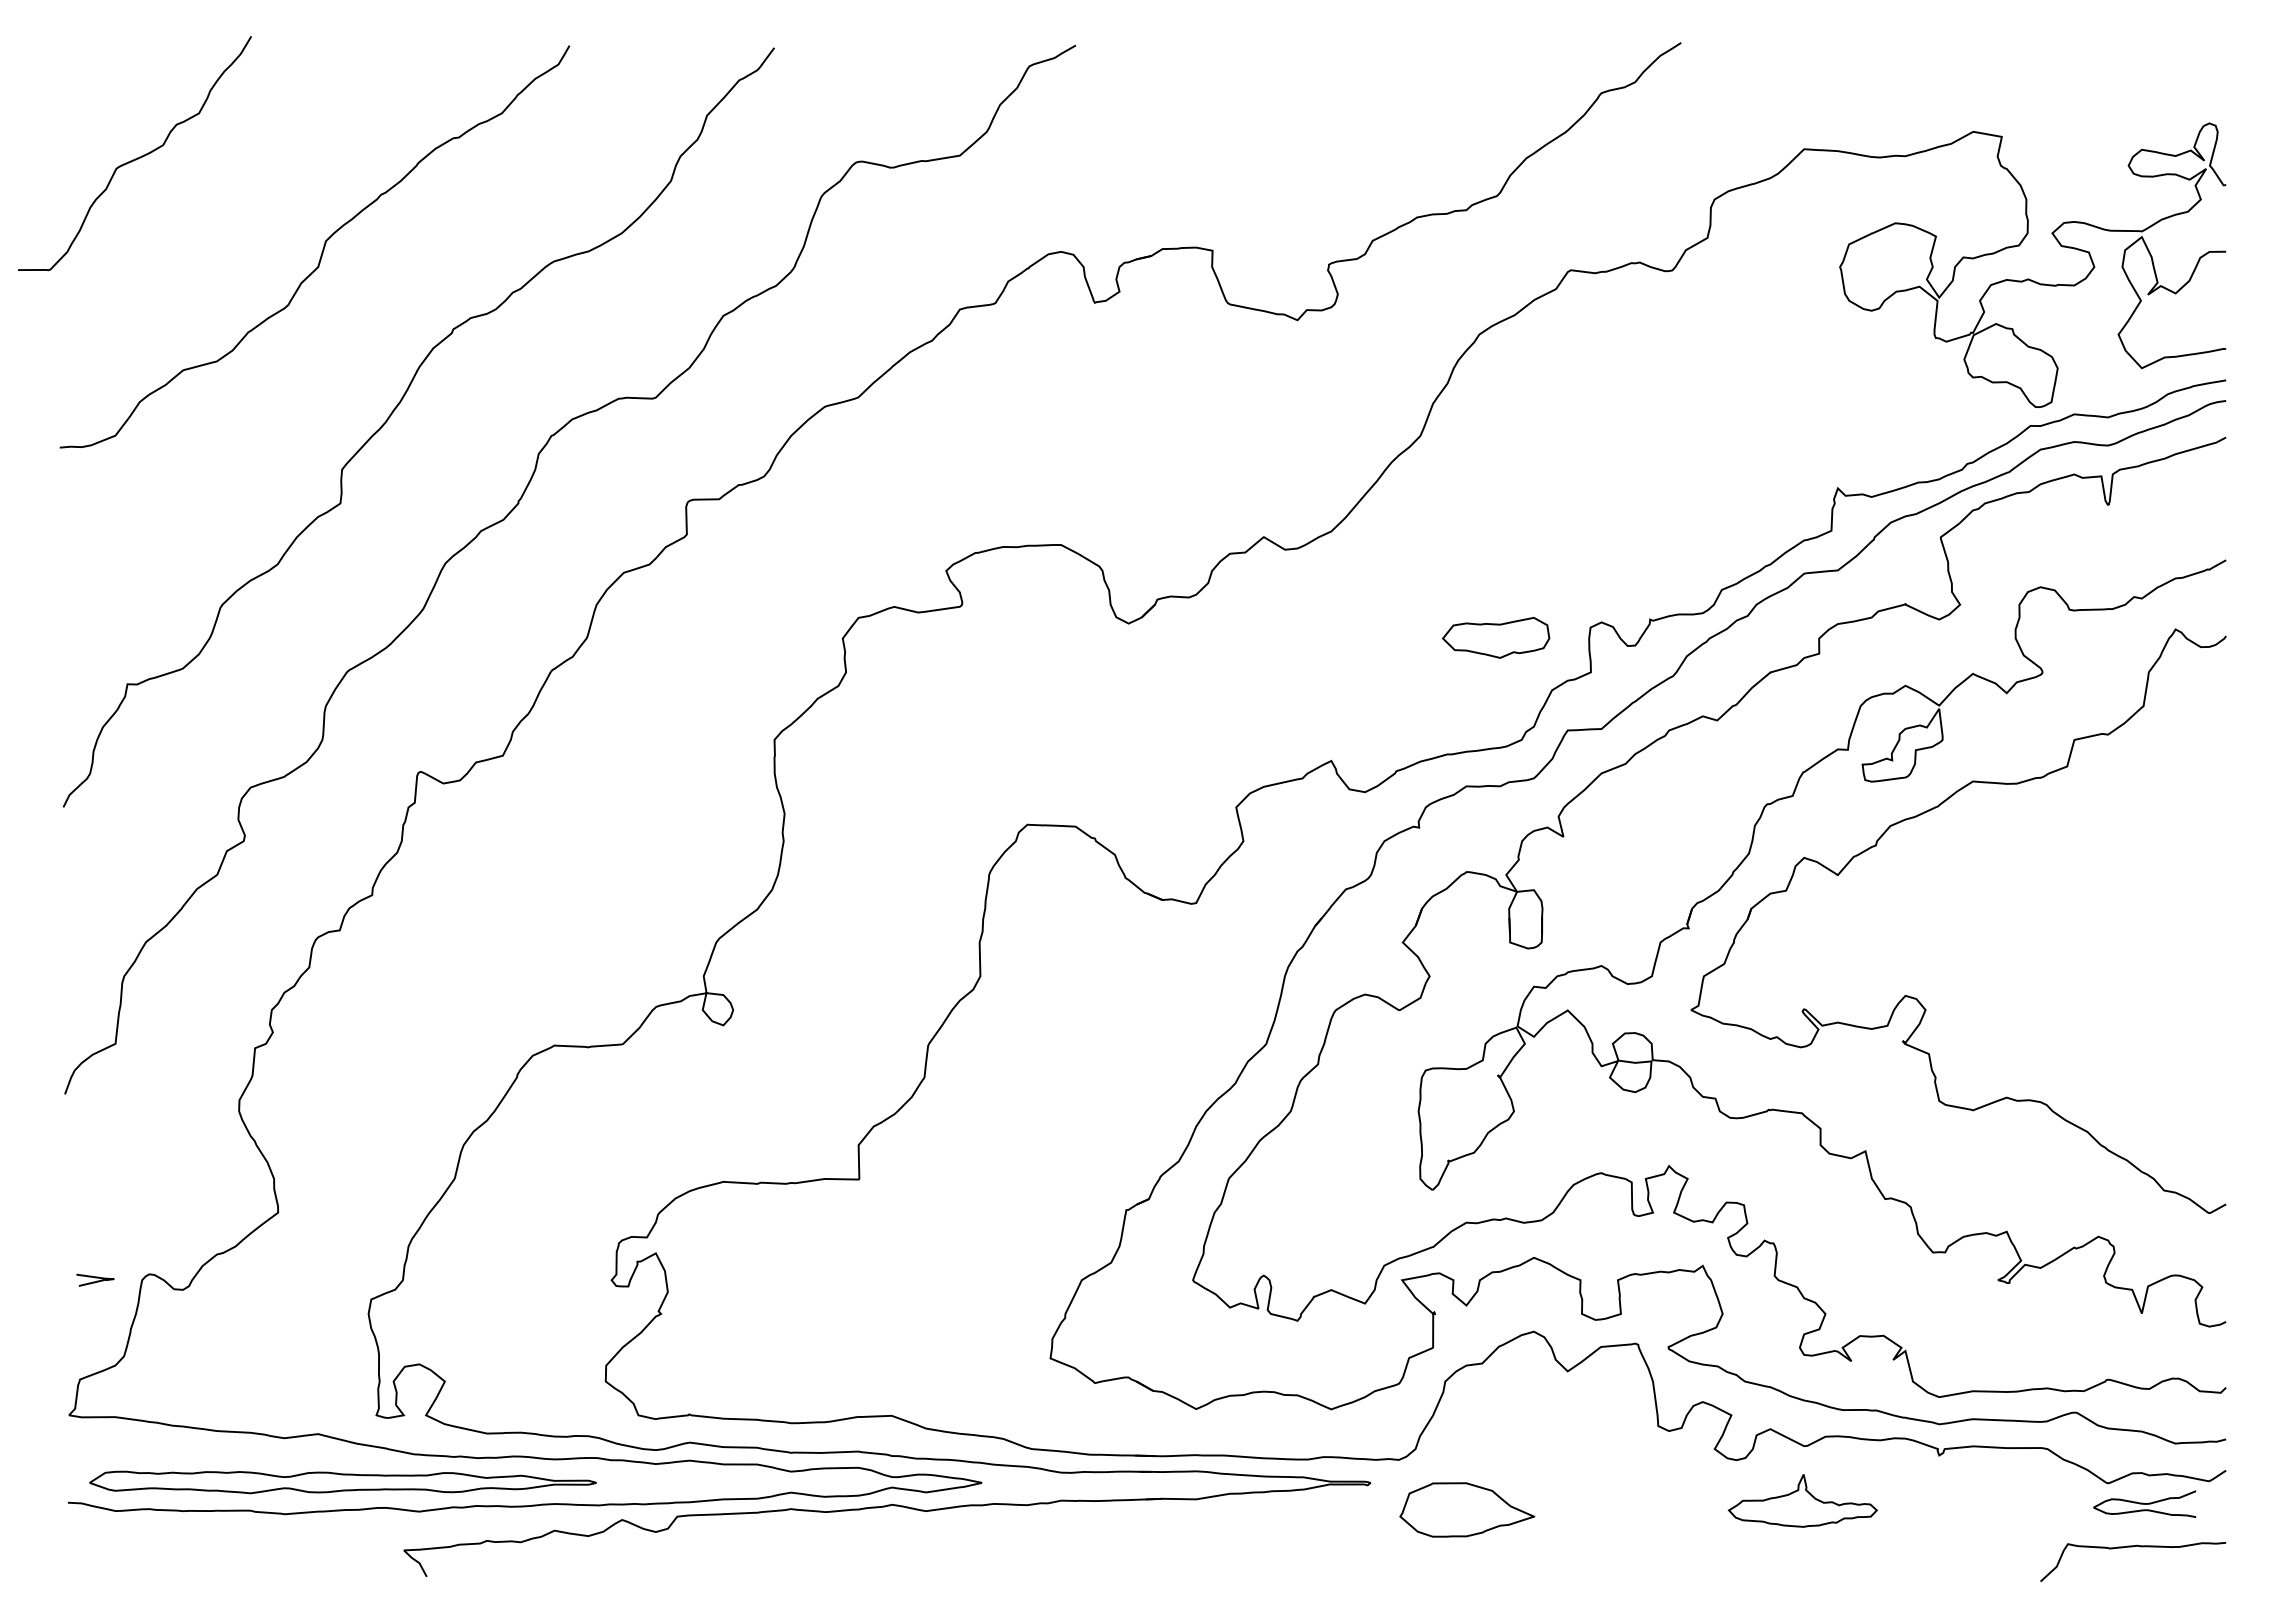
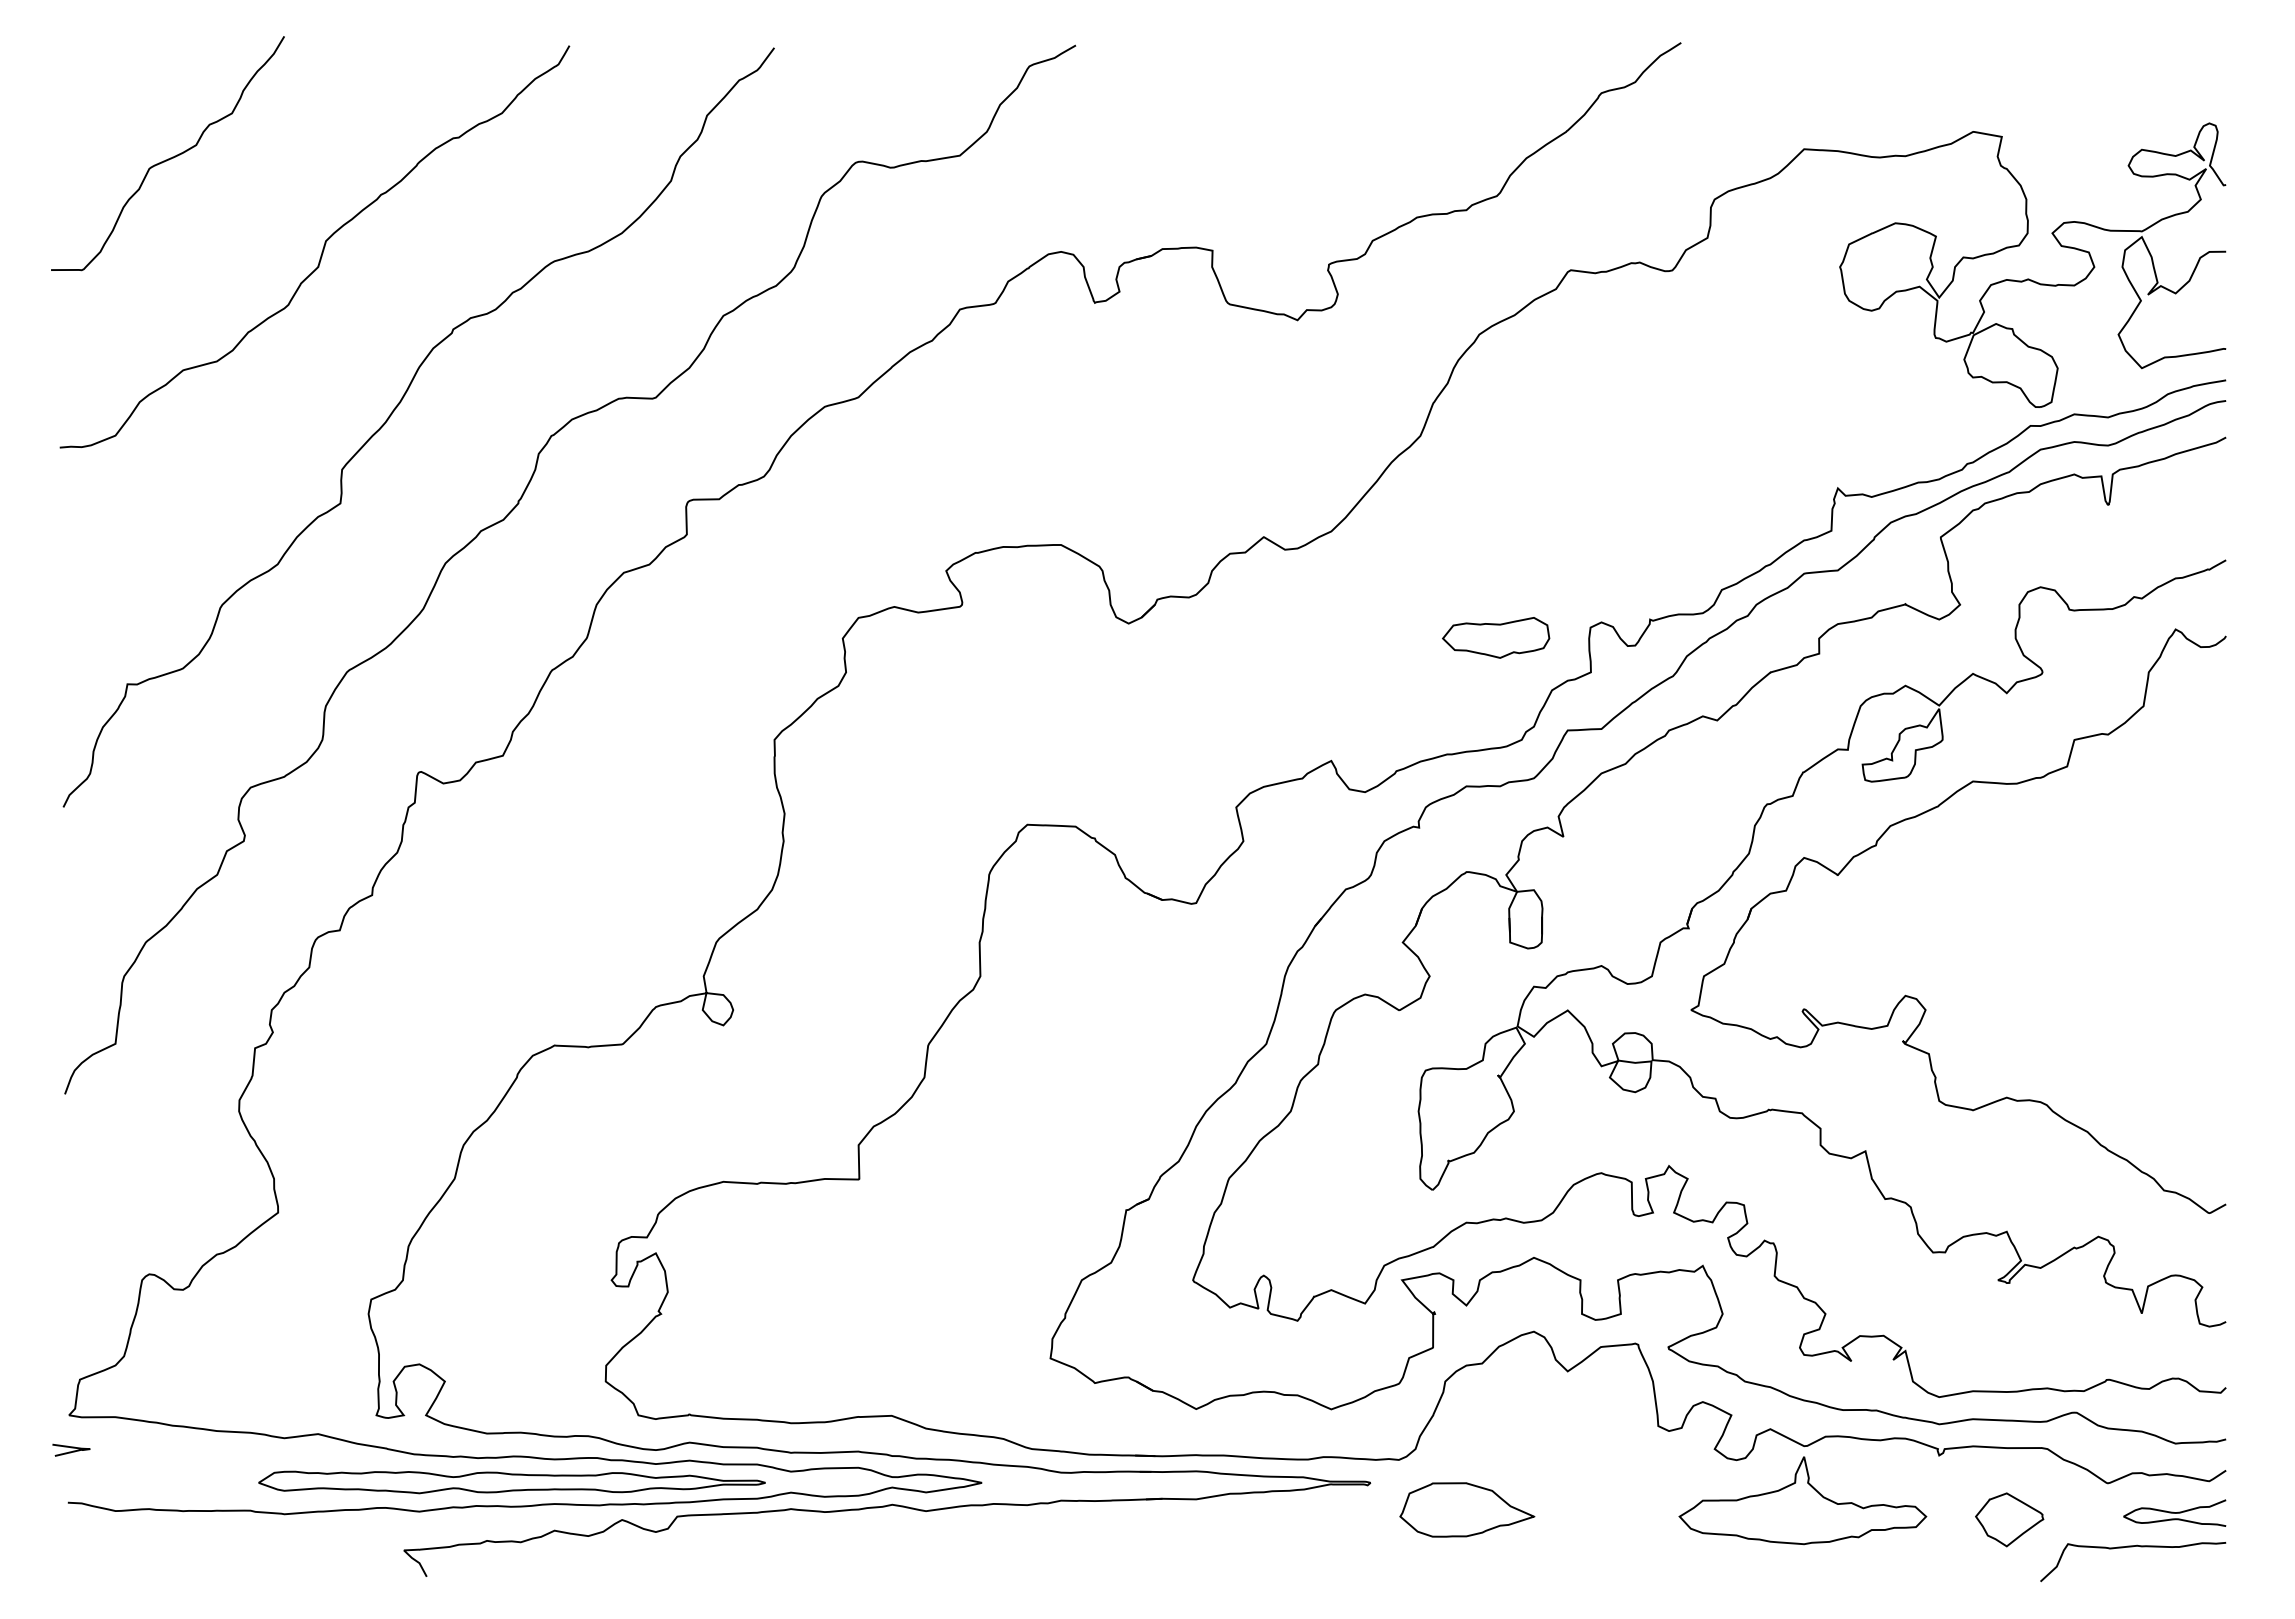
curve at (137, 157) position: (137, 157) -> (170, 157)
curve at (95, 1278) position: (95, 1278) -> (71, 1448)
part at (342, 1482) position: (342, 1482) -> (511, 1482)
part at (1802, 1500) size: 151x54 px -> 250x90 px
curve at (2144, 1503) position: (2144, 1503) -> (2174, 1512)
part at (2009, 1519): none -> present
